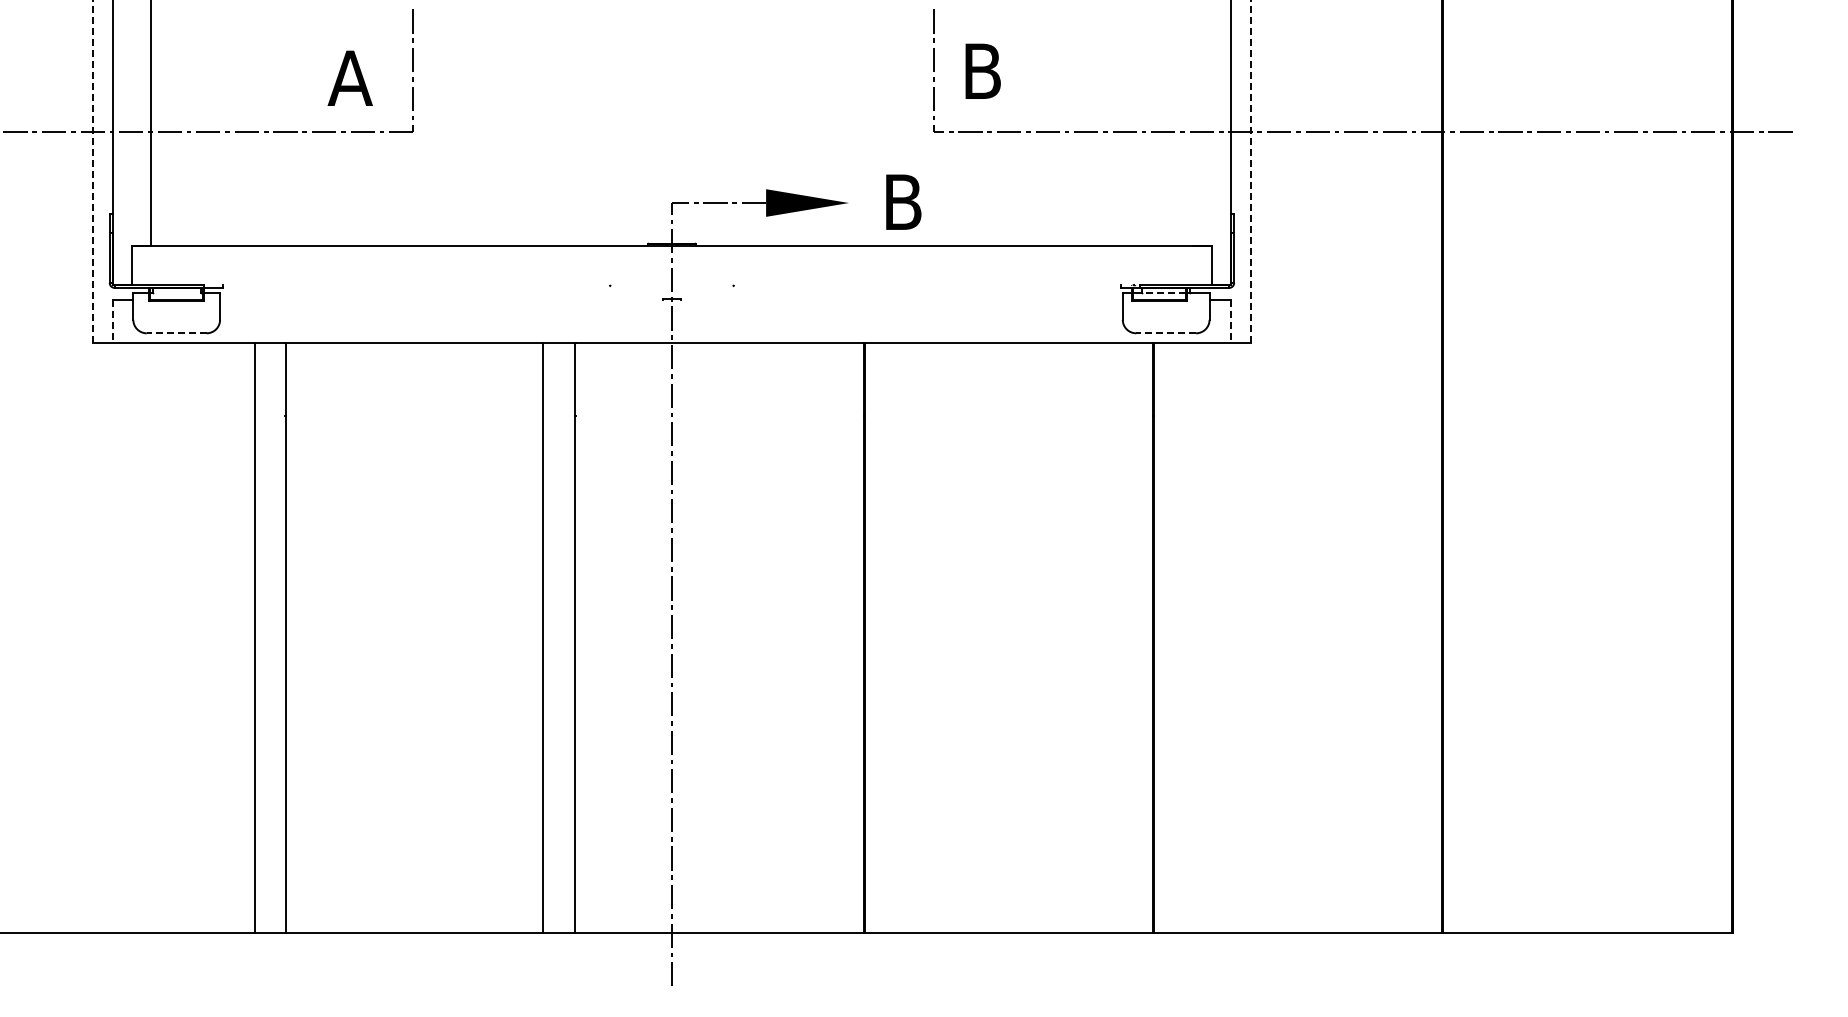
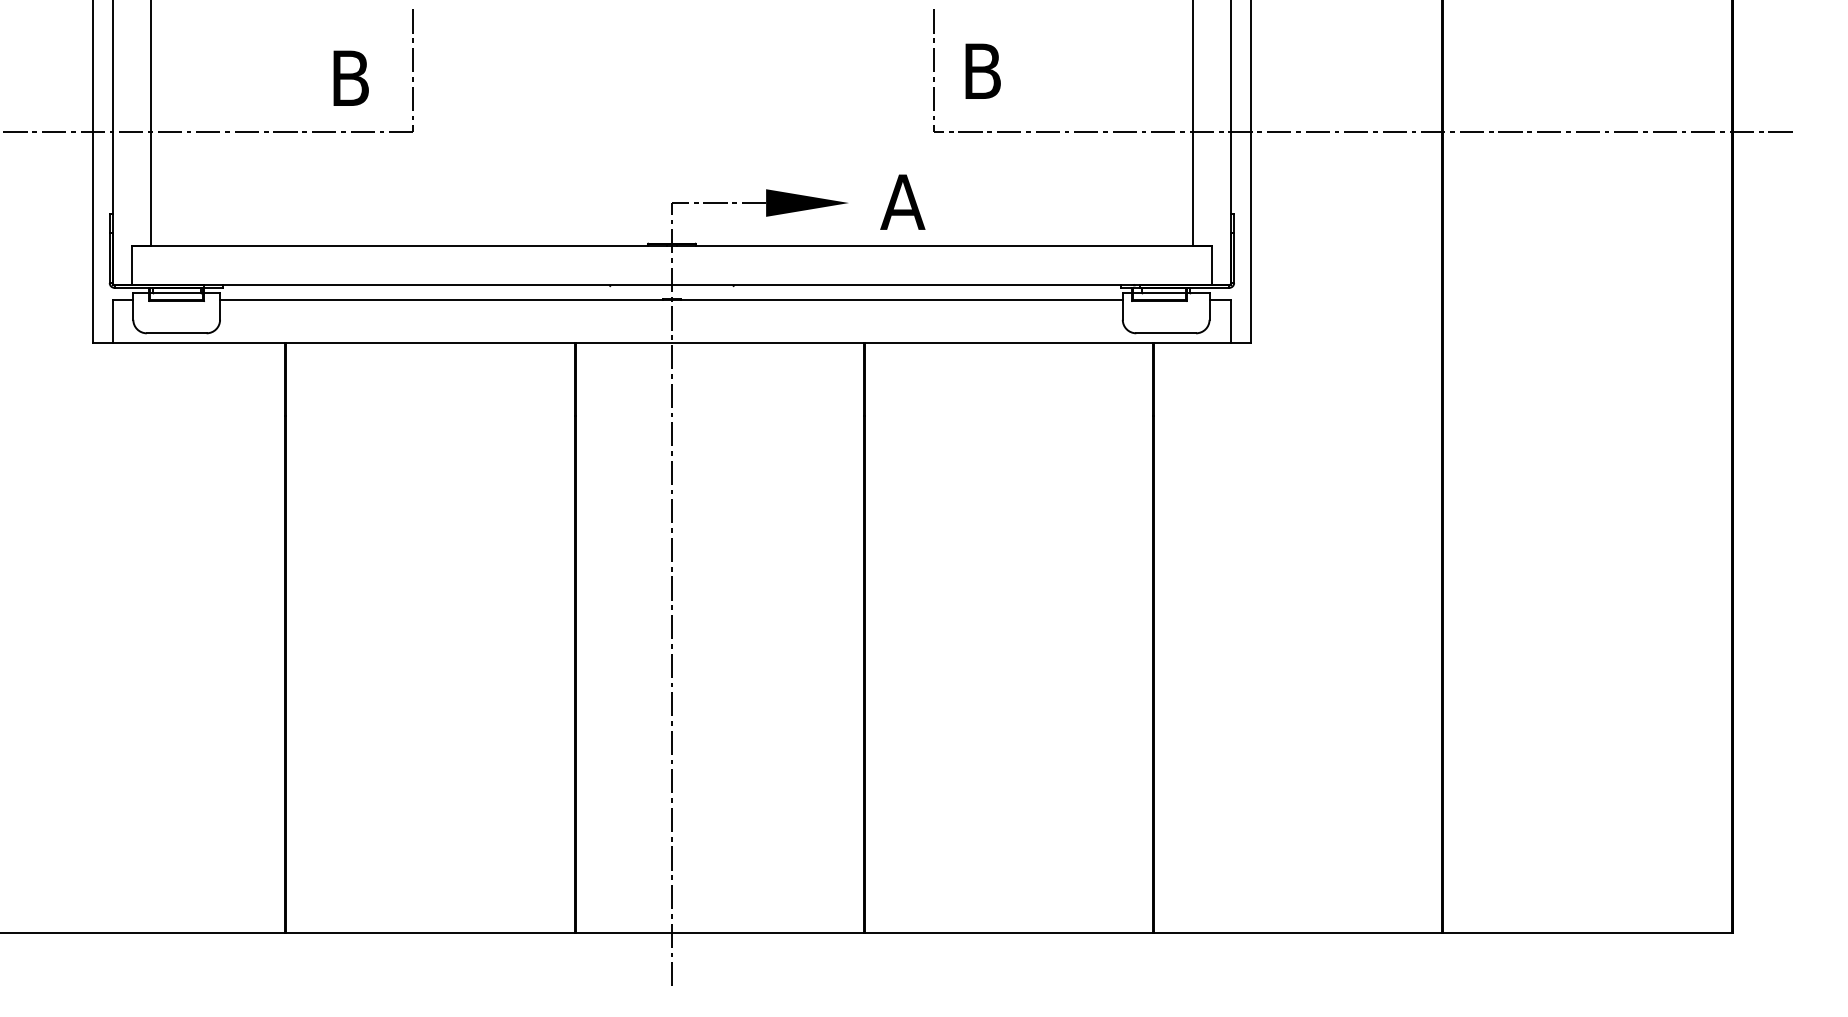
text at (349, 77): A -> B
line at (1192, 124): none -> present
line at (93, 171): dashed -> solid
line at (1250, 171): dashed -> solid
text at (902, 201): B -> A
line at (671, 285): none -> present
line at (176, 292): none -> present
line at (1163, 292): dashed -> solid
line at (671, 300): none -> present
line at (112, 322): dashed -> solid
line at (1231, 322): dashed -> solid
line at (176, 333): dashed -> solid
line at (1166, 333): dashed -> solid
line at (255, 637) position: (255, 637) -> (285, 637)
line at (542, 637) position: (542, 637) -> (575, 637)
